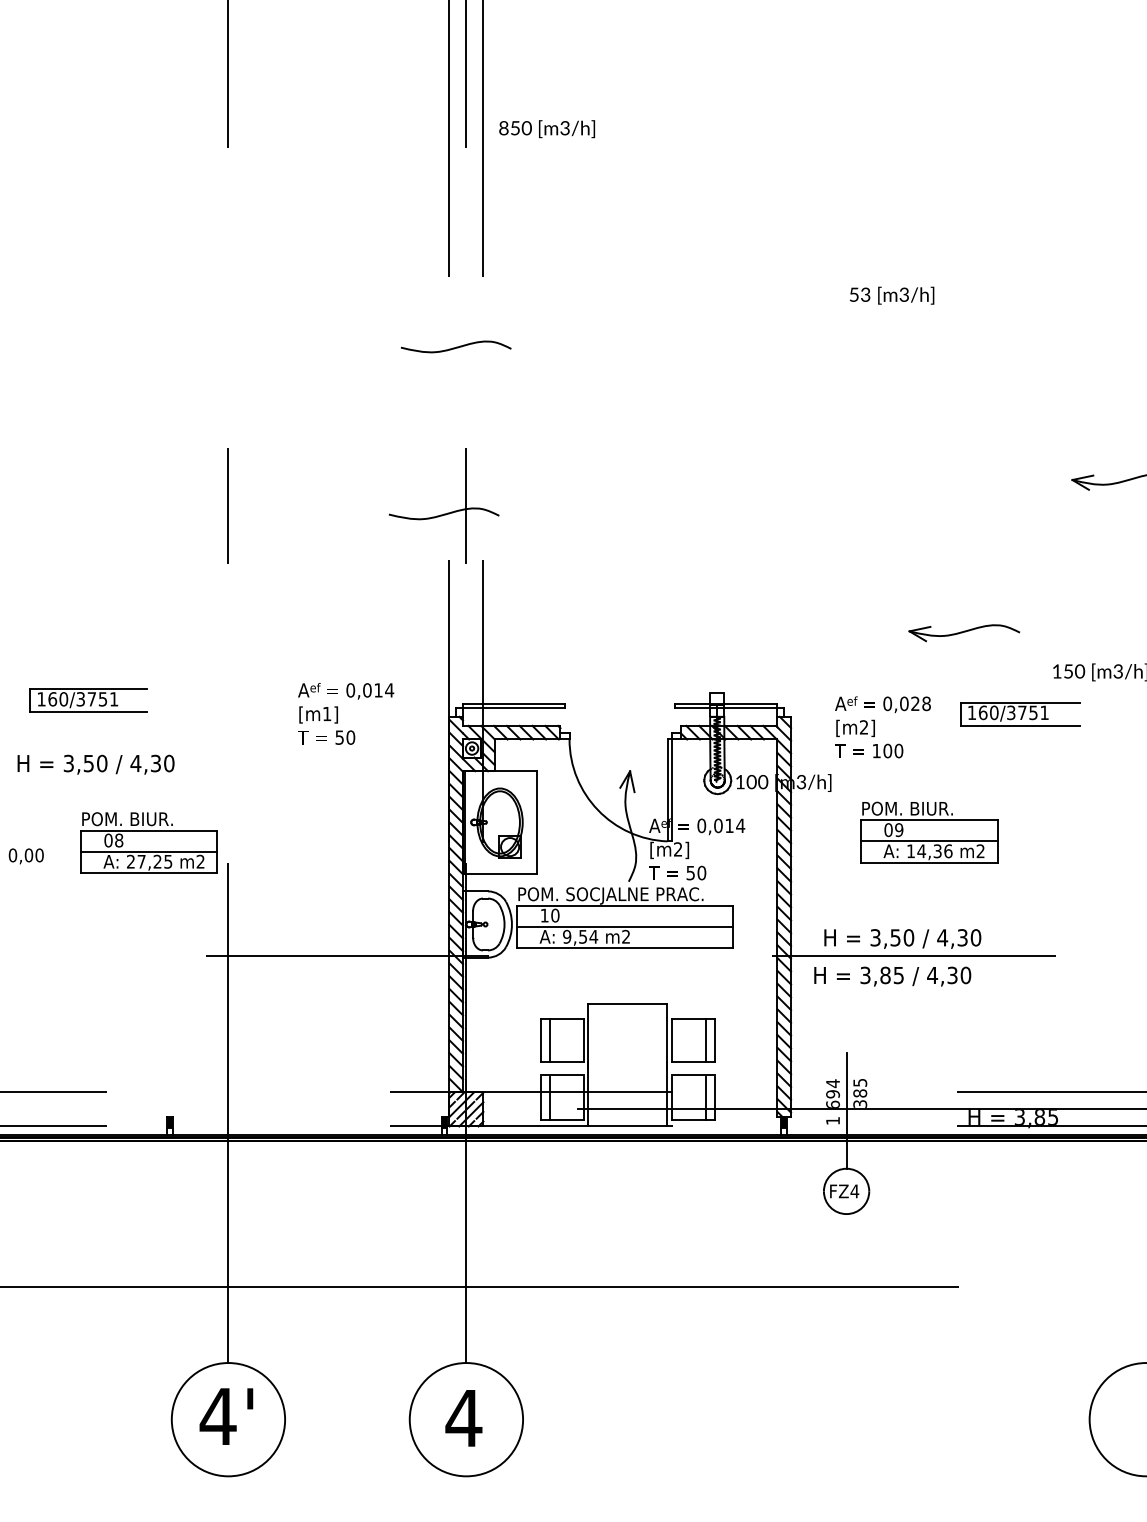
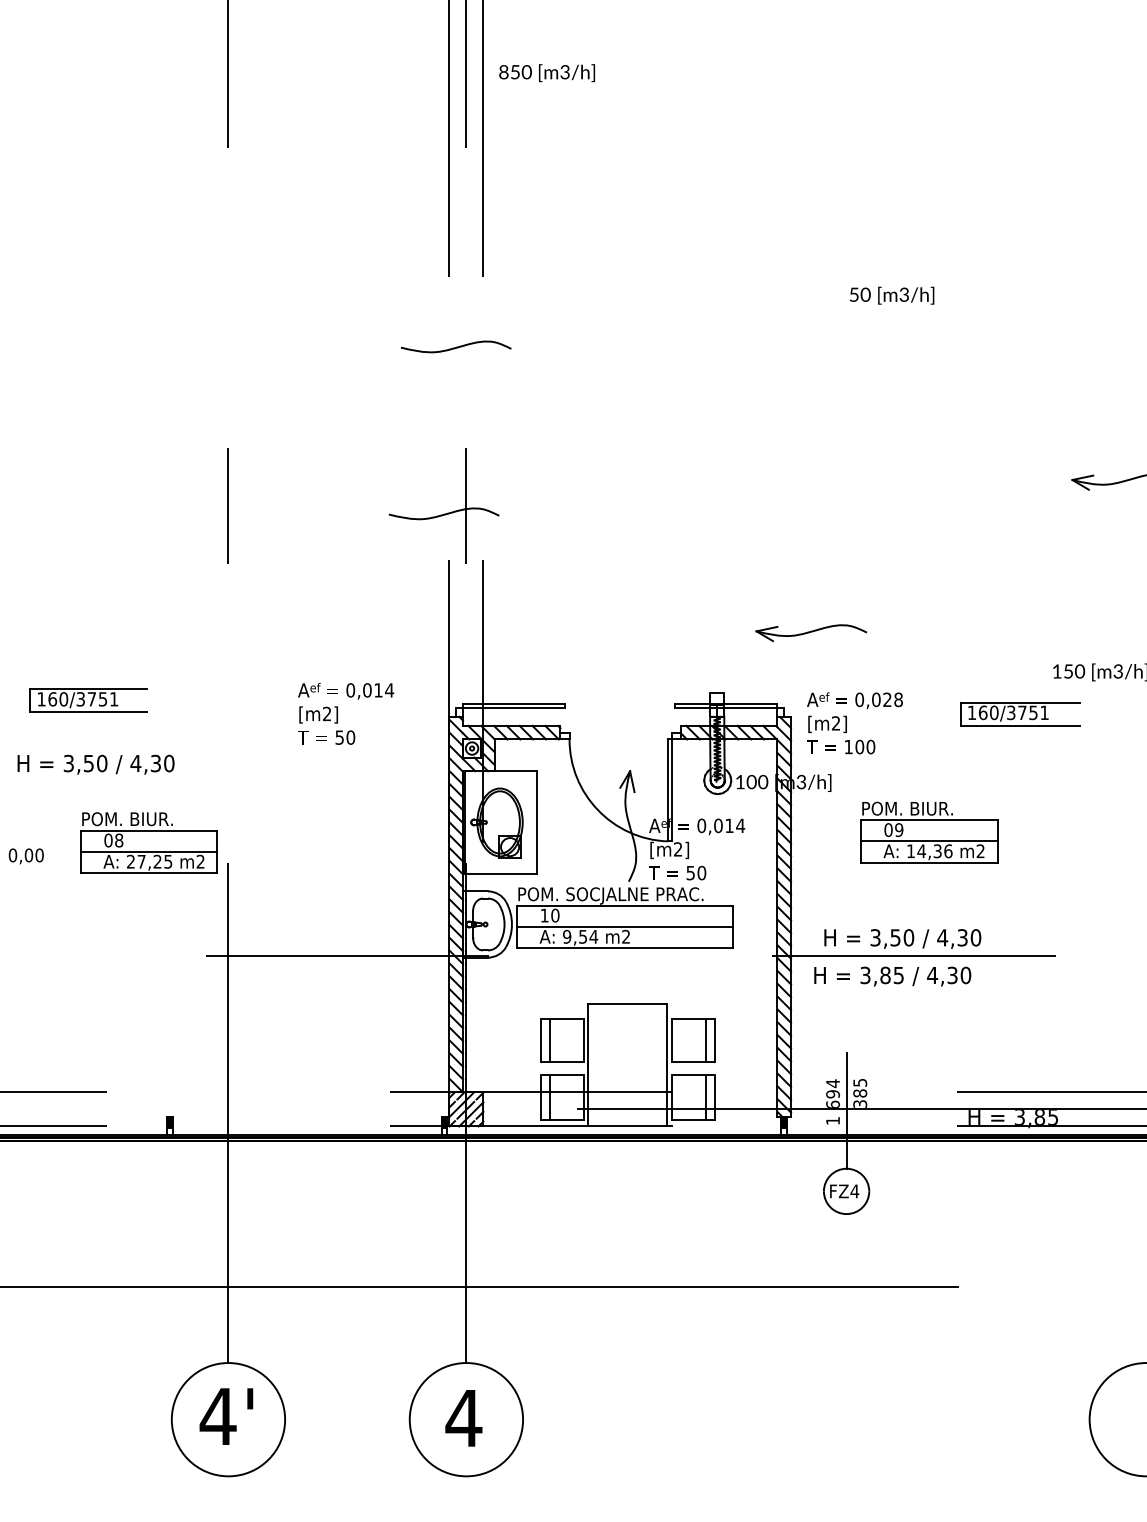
text at (546, 129) position: (546, 129) -> (546, 73)
text at (865, 294): 53 -> 50
part at (964, 633) position: (964, 633) -> (811, 633)
text at (327, 713): [m1] -> [m2]
text at (882, 727) position: (882, 727) -> (854, 723)
